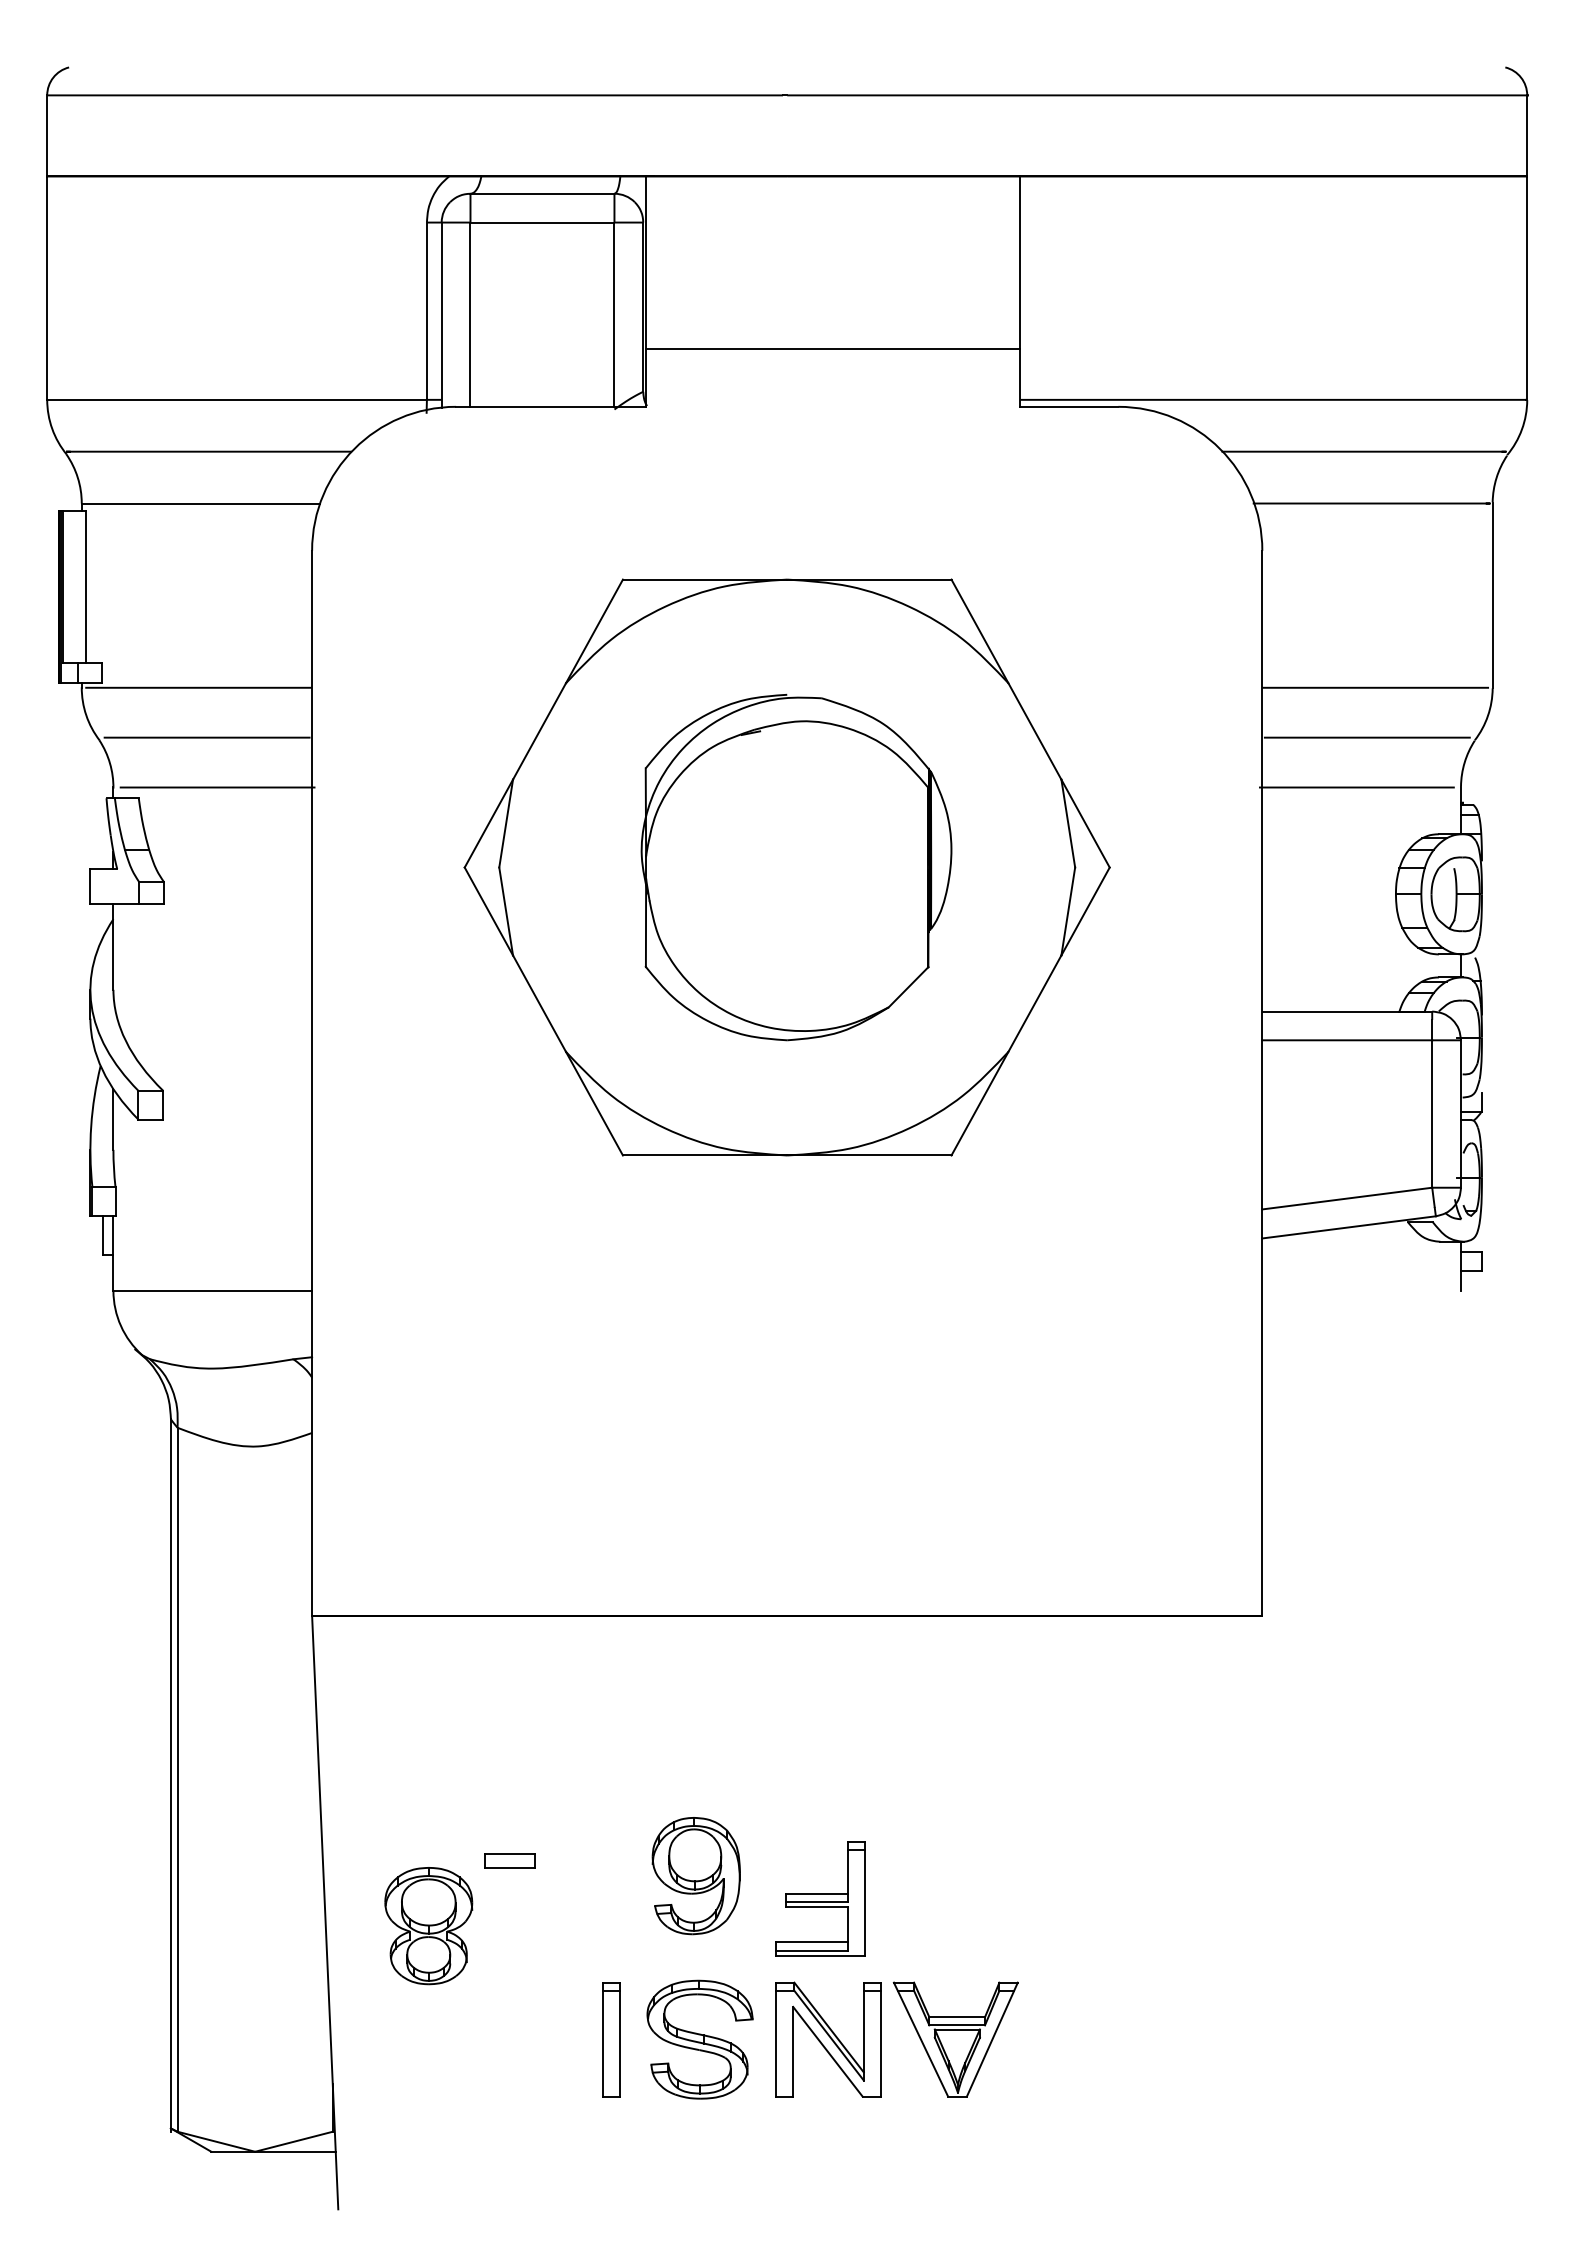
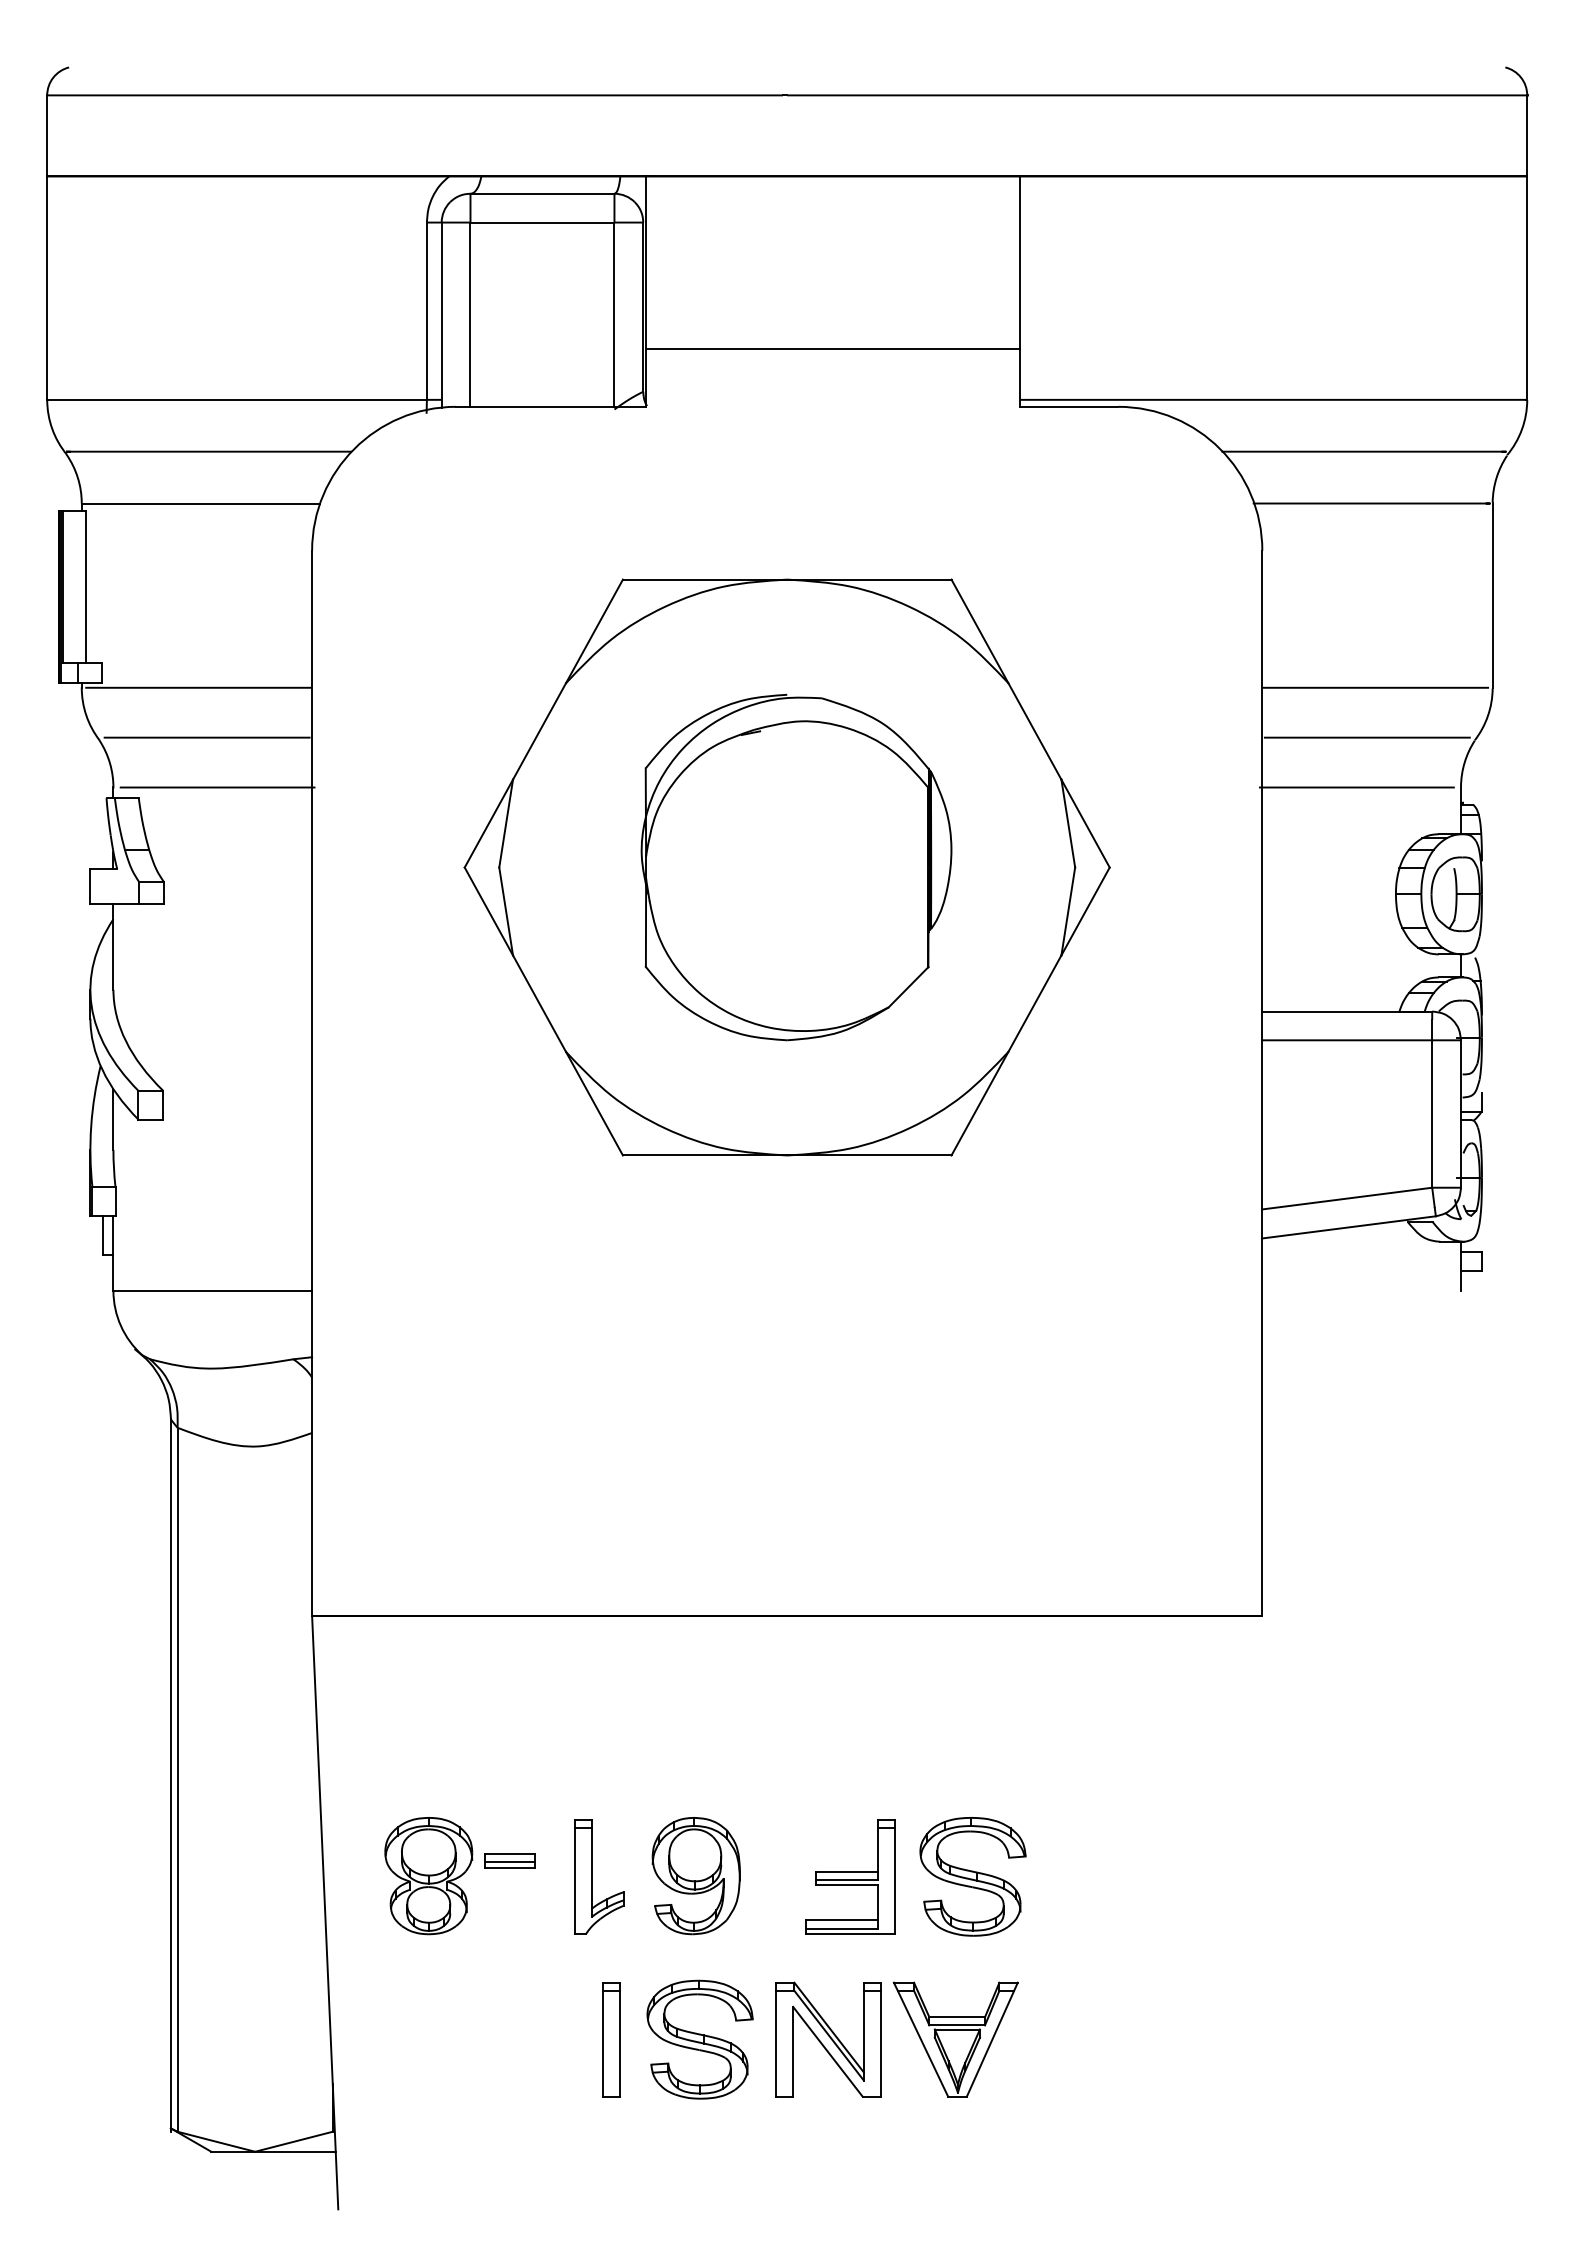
line at (510, 1862): none -> present
part at (592, 1876): none -> present
part at (972, 1876): none -> present
part at (820, 1898) position: (820, 1898) -> (850, 1876)
part at (428, 1926) position: (428, 1926) -> (428, 1876)
